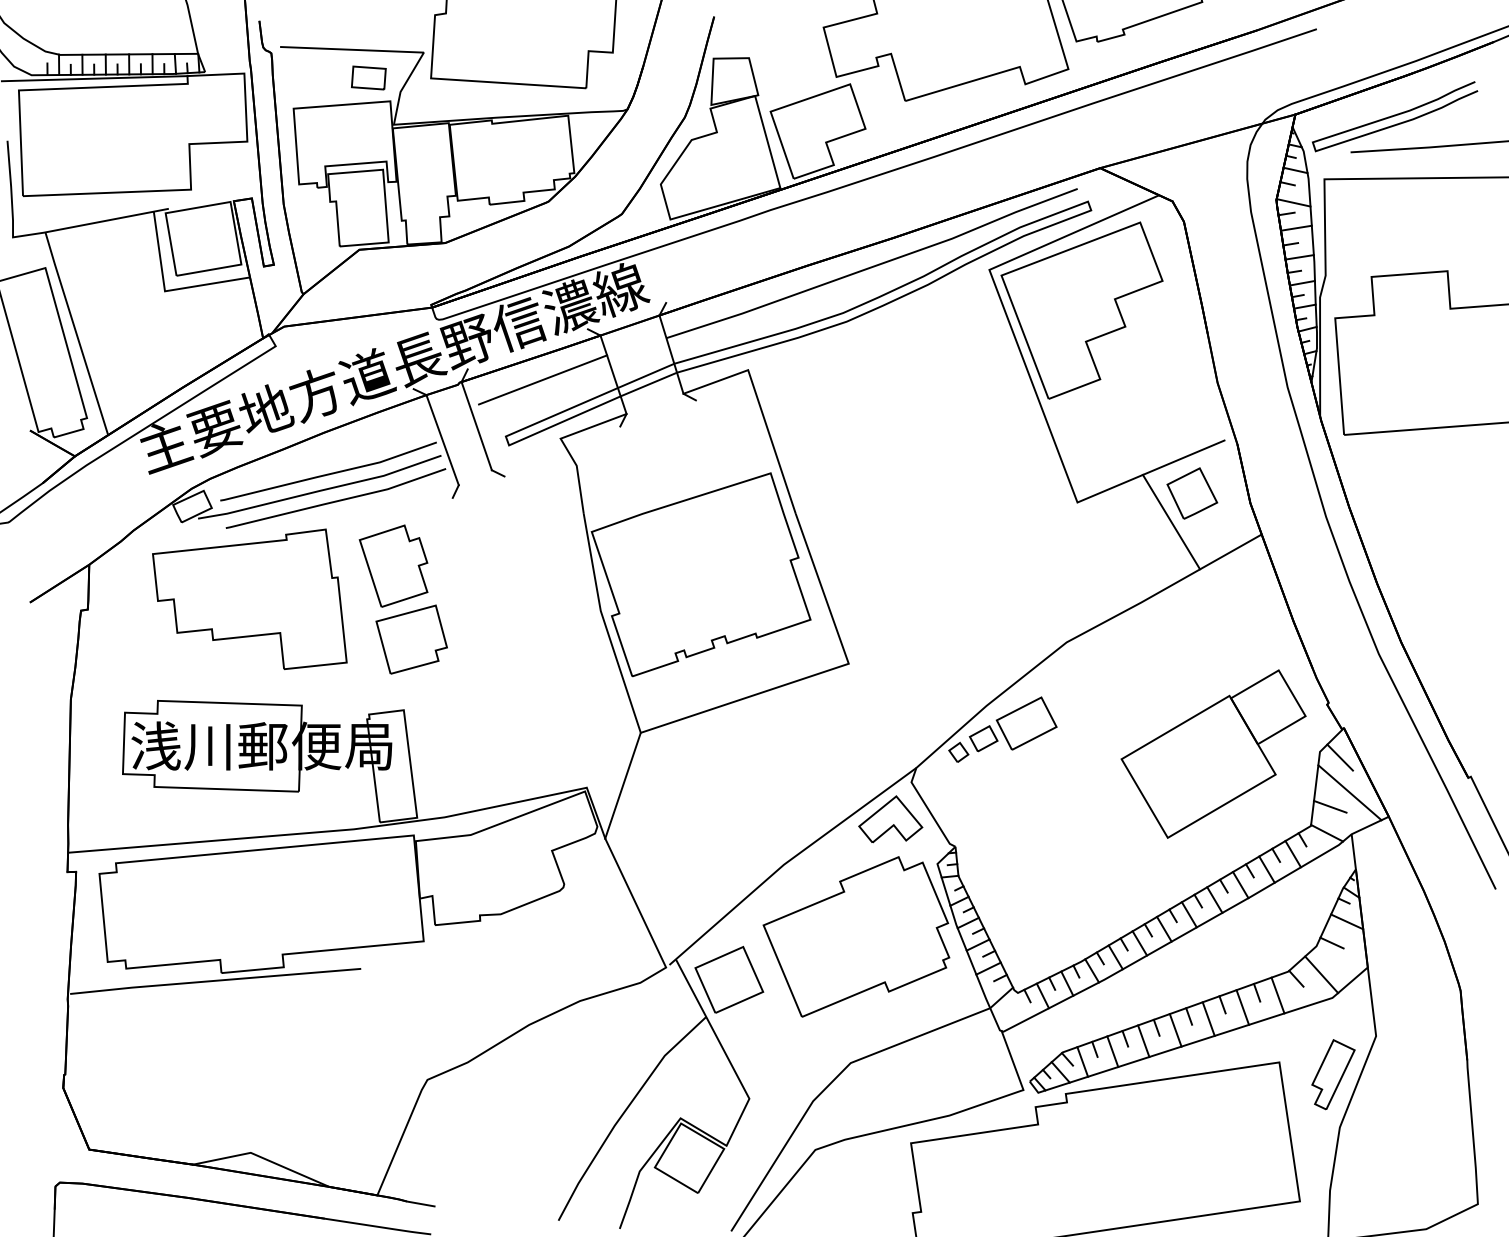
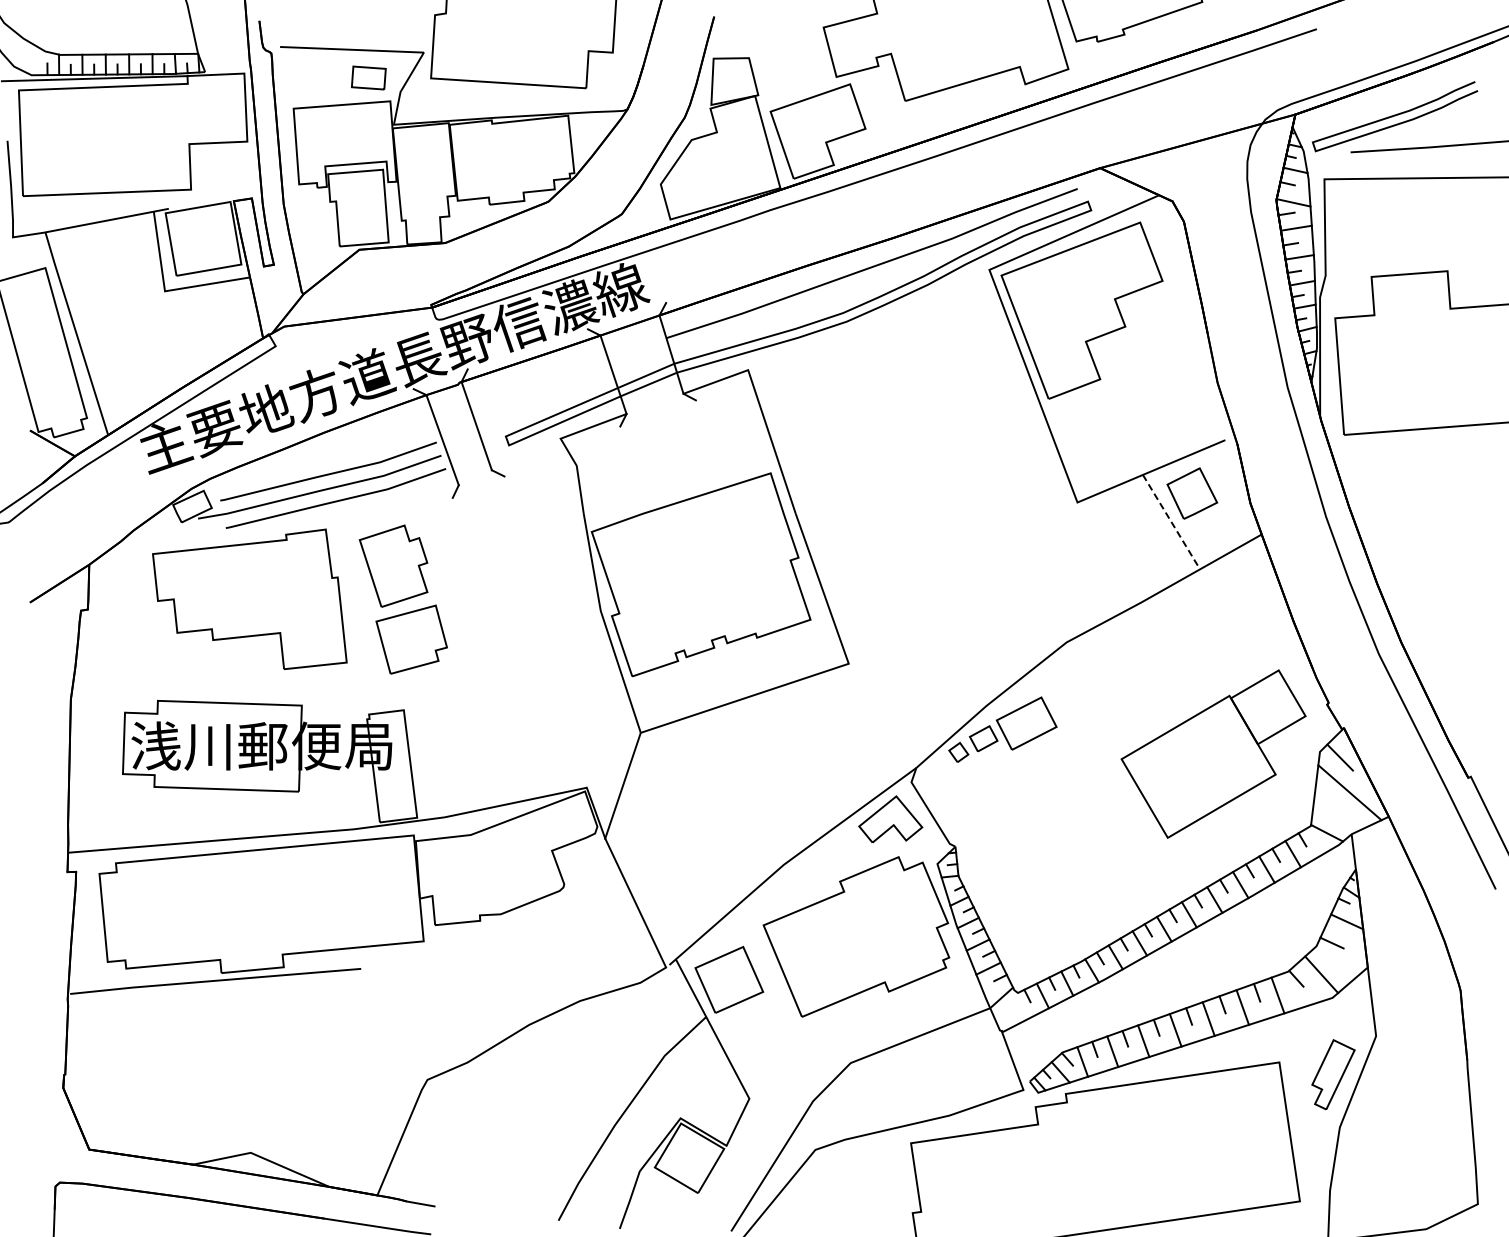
line at (543, 379): present -> none
line at (1171, 522): solid -> dashed
line at (1329, 806): present -> none
